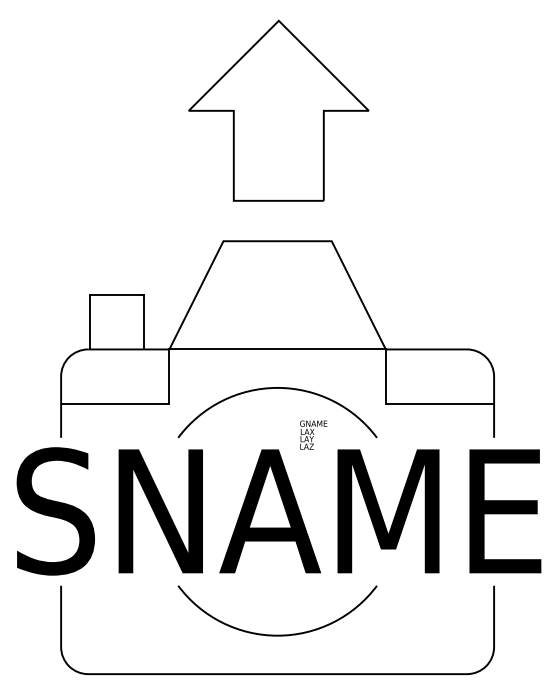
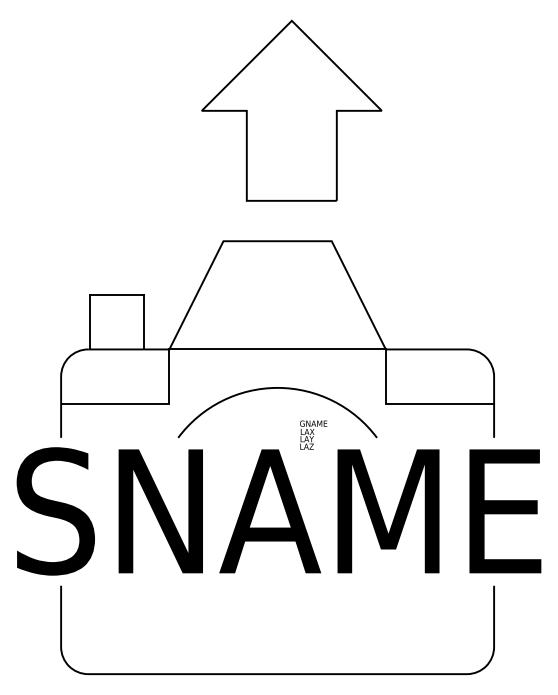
part at (278, 110) position: (278, 110) -> (291, 110)
arc at (277, 634): present -> none
